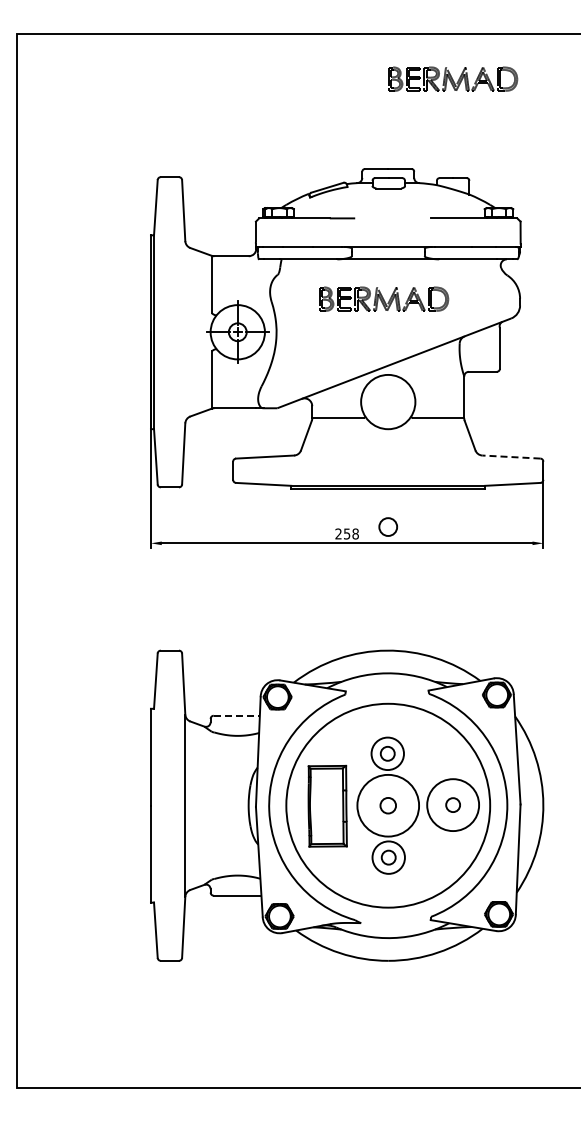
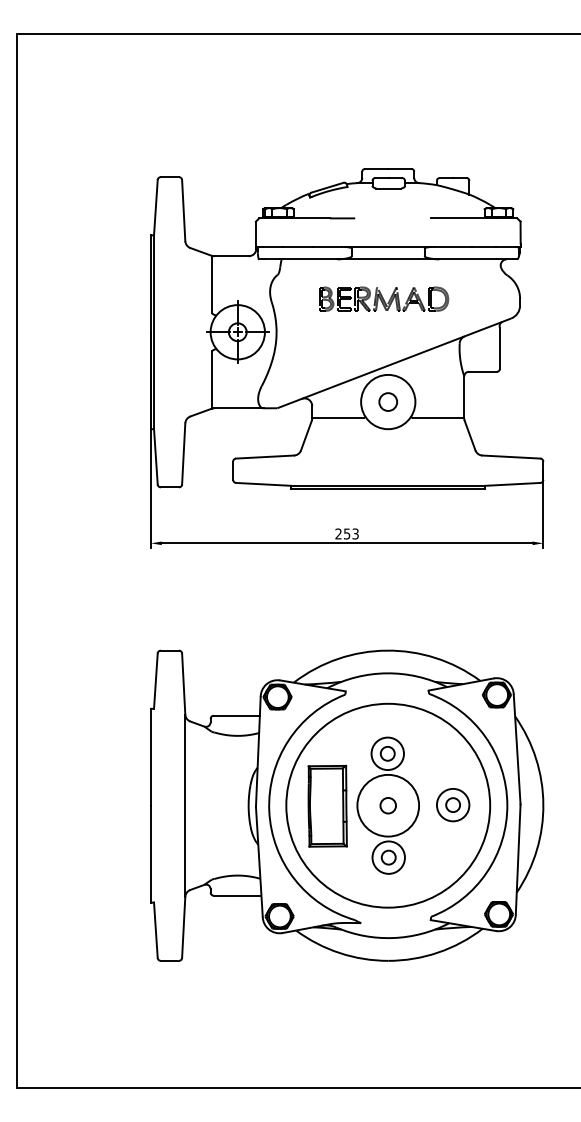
part at (453, 78): present -> none
line at (510, 457): dashed -> solid
circle at (387, 526) position: (387, 526) -> (387, 401)
text at (355, 533): 258 -> 253
line at (237, 715): dashed -> solid
circle at (453, 805) diameter: 52 px -> 32 px
